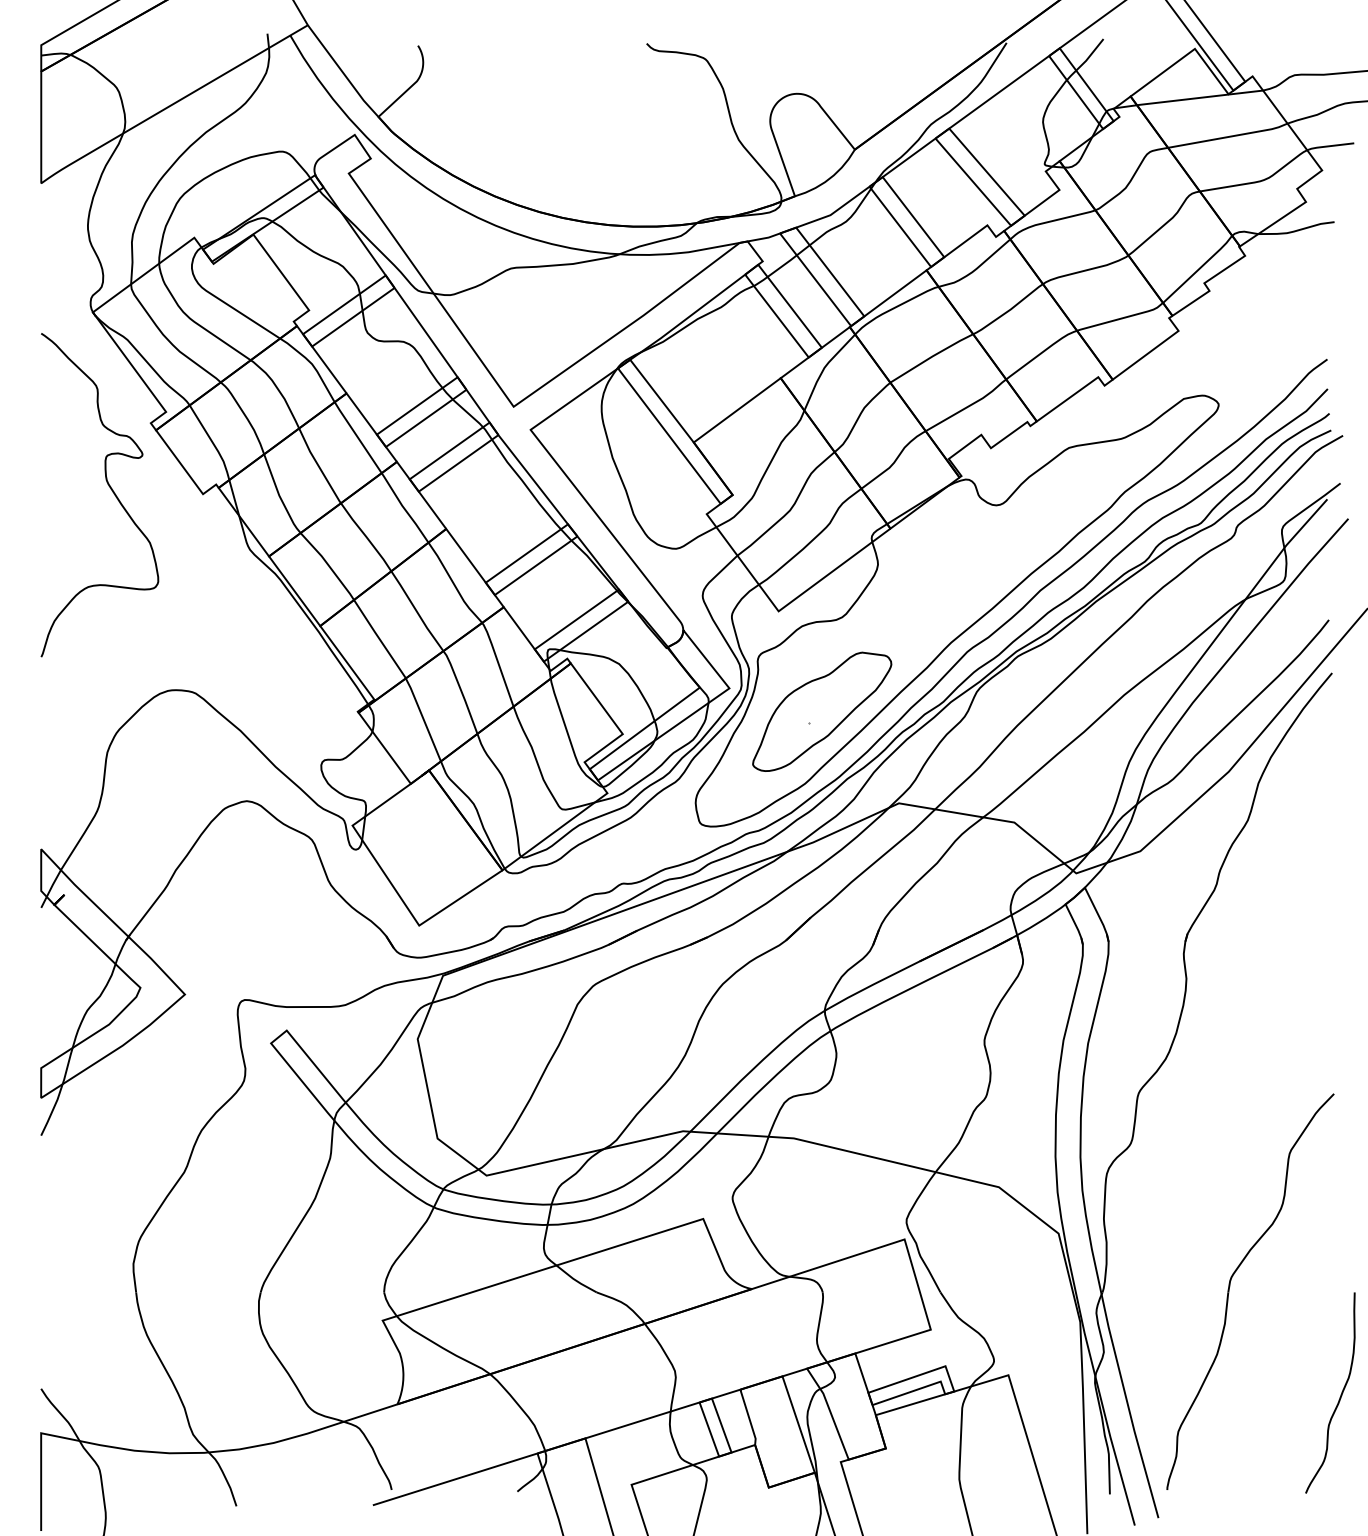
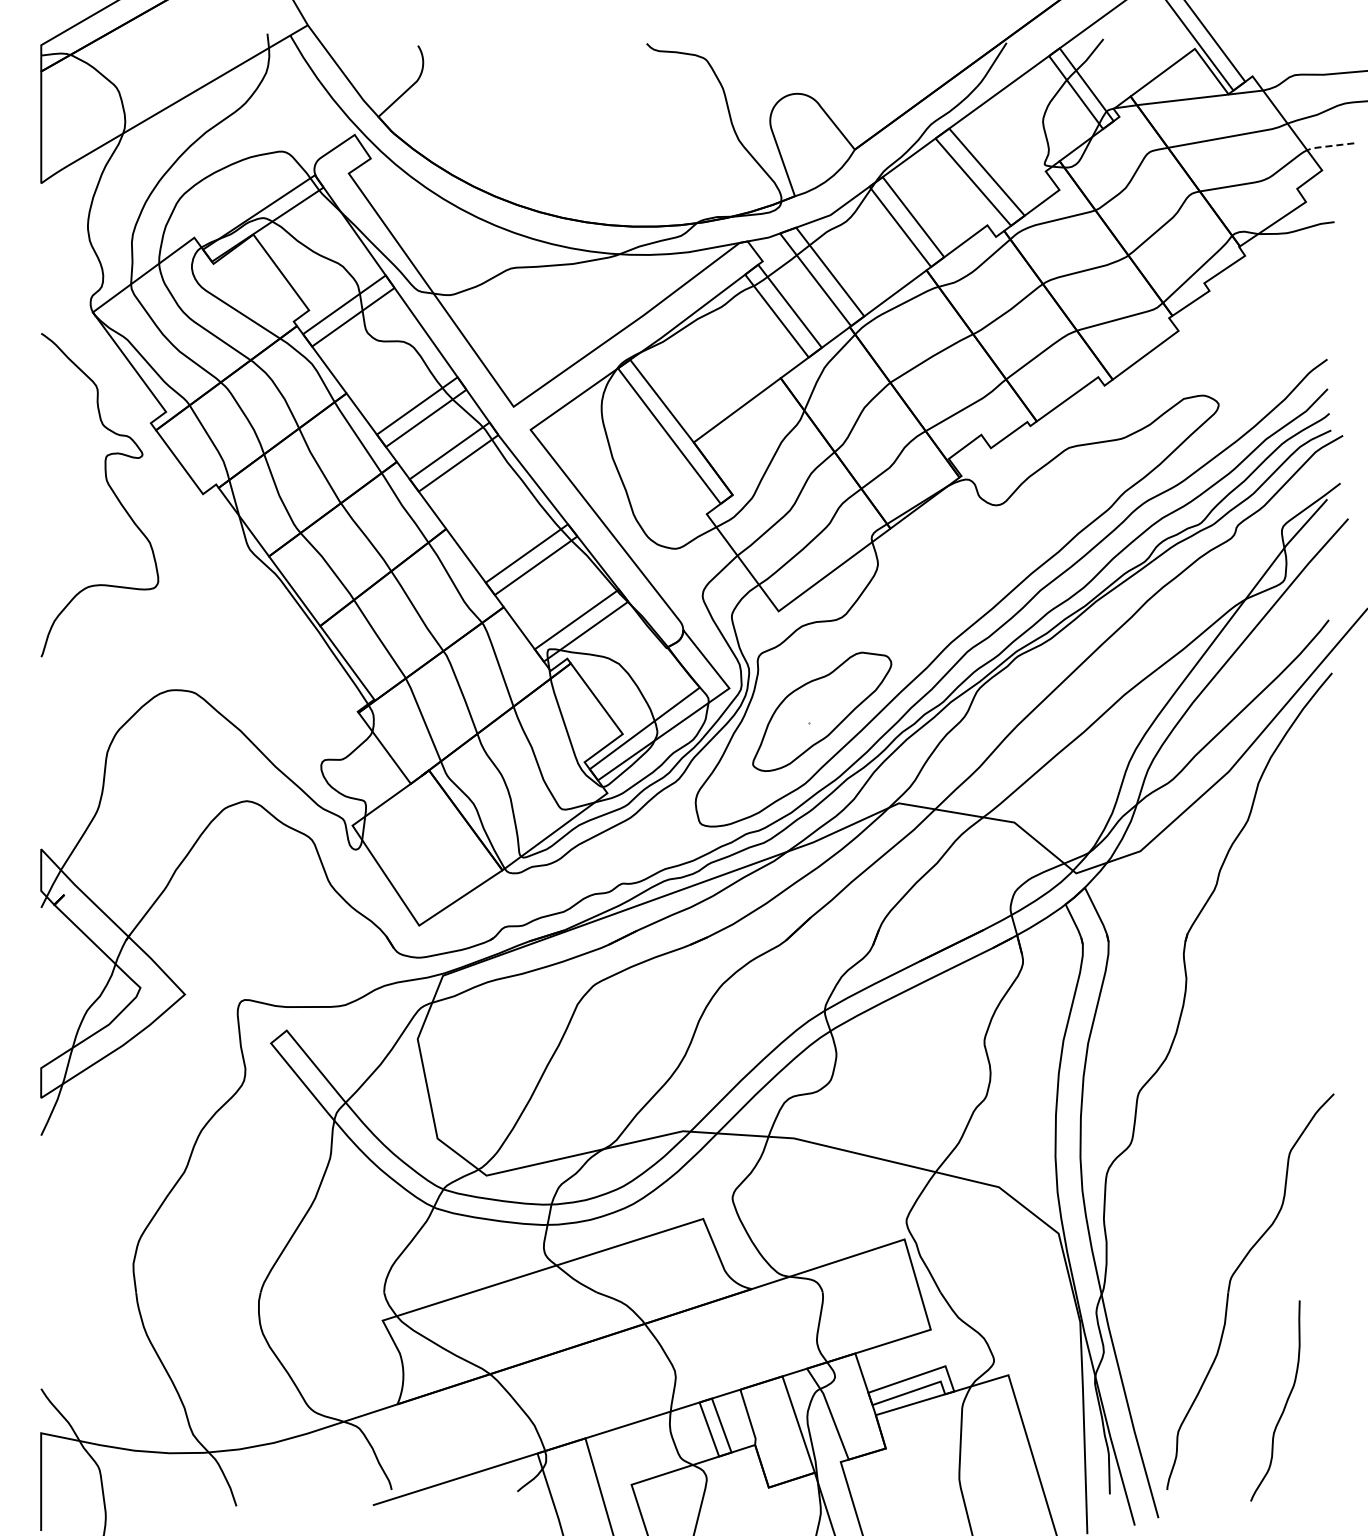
line at (1328, 146): solid -> dashed
curve at (1340, 1394) position: (1340, 1394) -> (1285, 1402)
